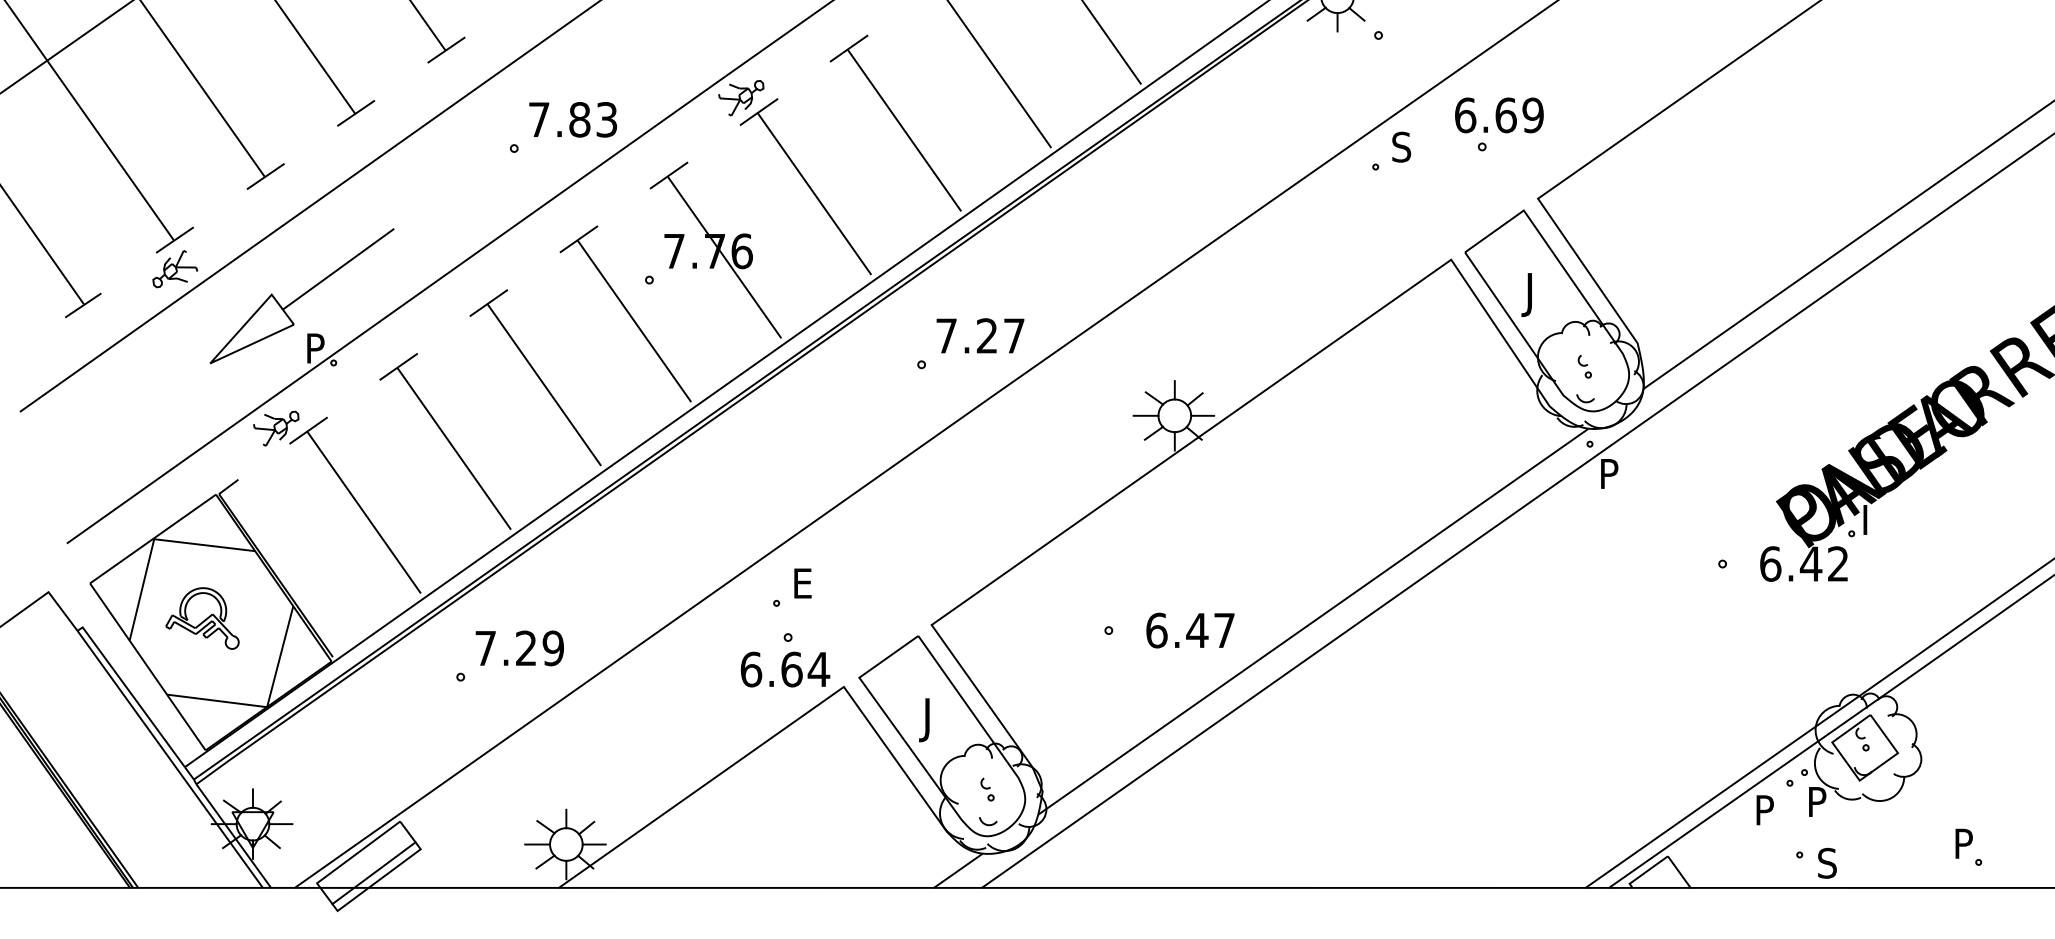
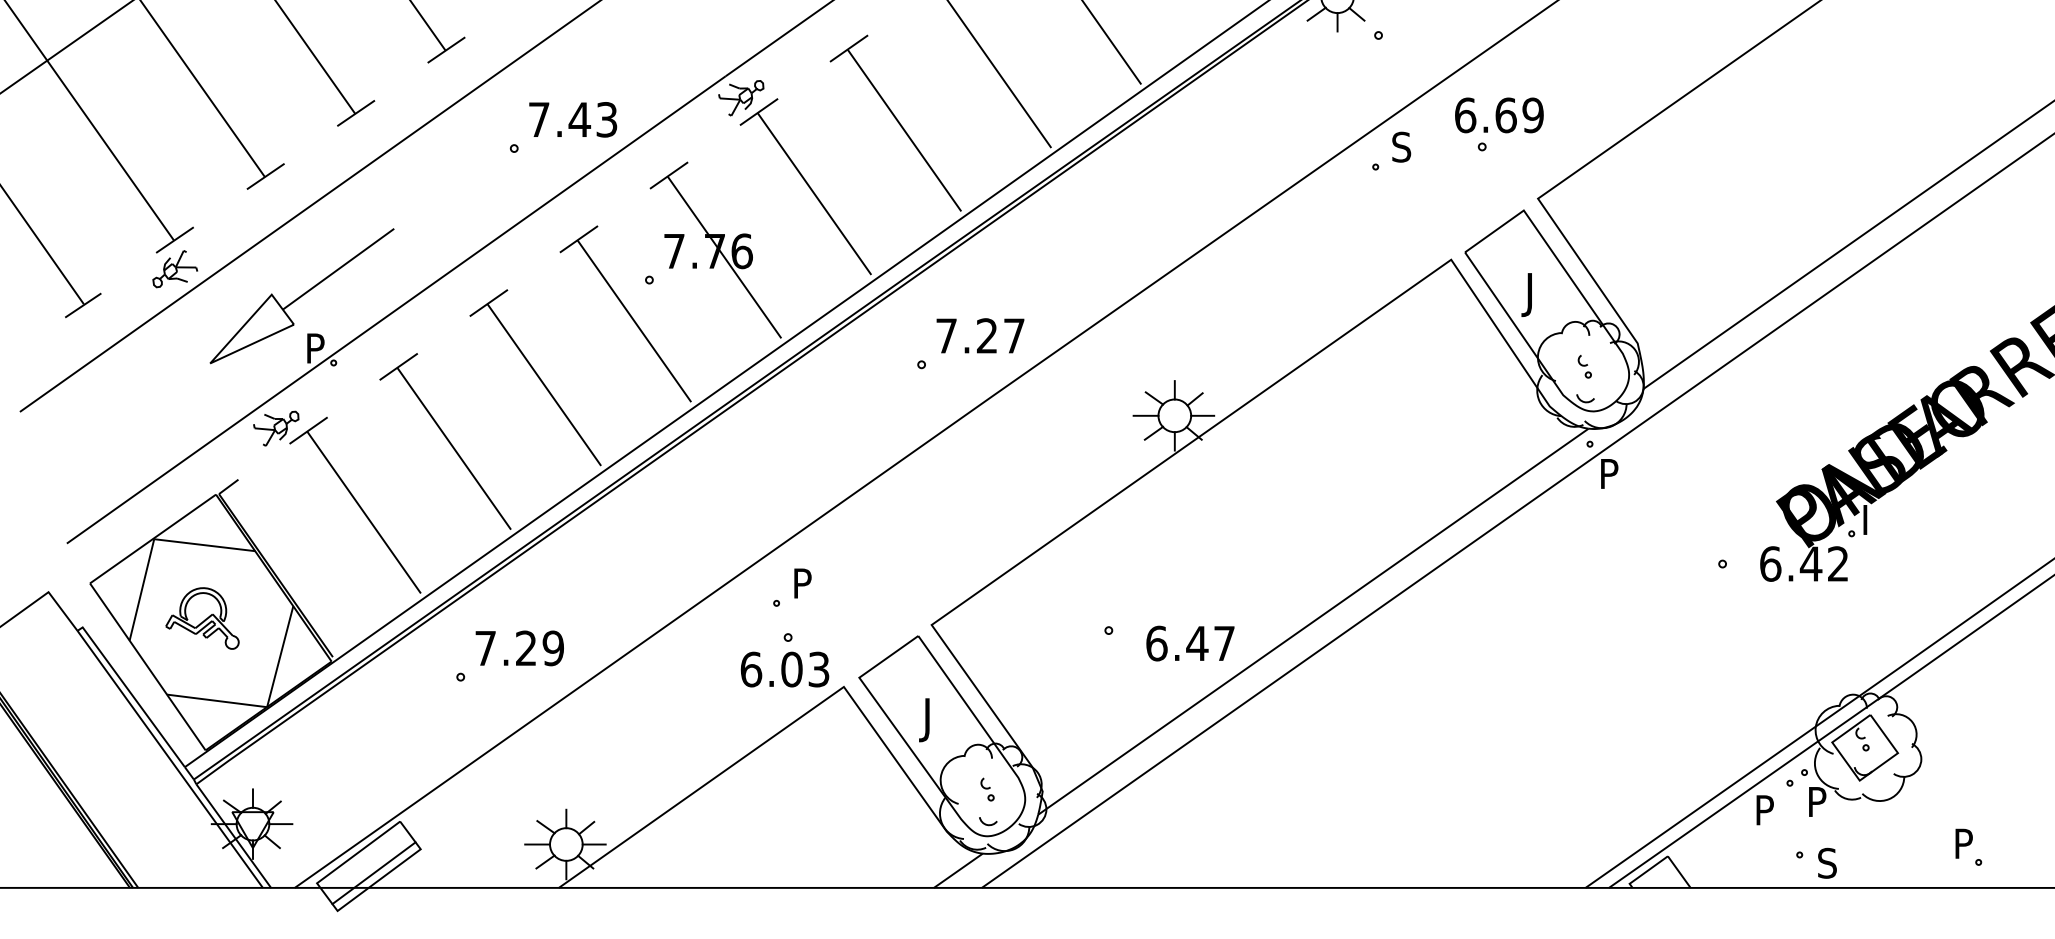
text at (579, 119): 7.83 -> 7.43
text at (804, 583): E -> P
text at (1190, 630) position: (1190, 630) -> (1190, 643)
text at (805, 669): 6.64 -> 6.03
